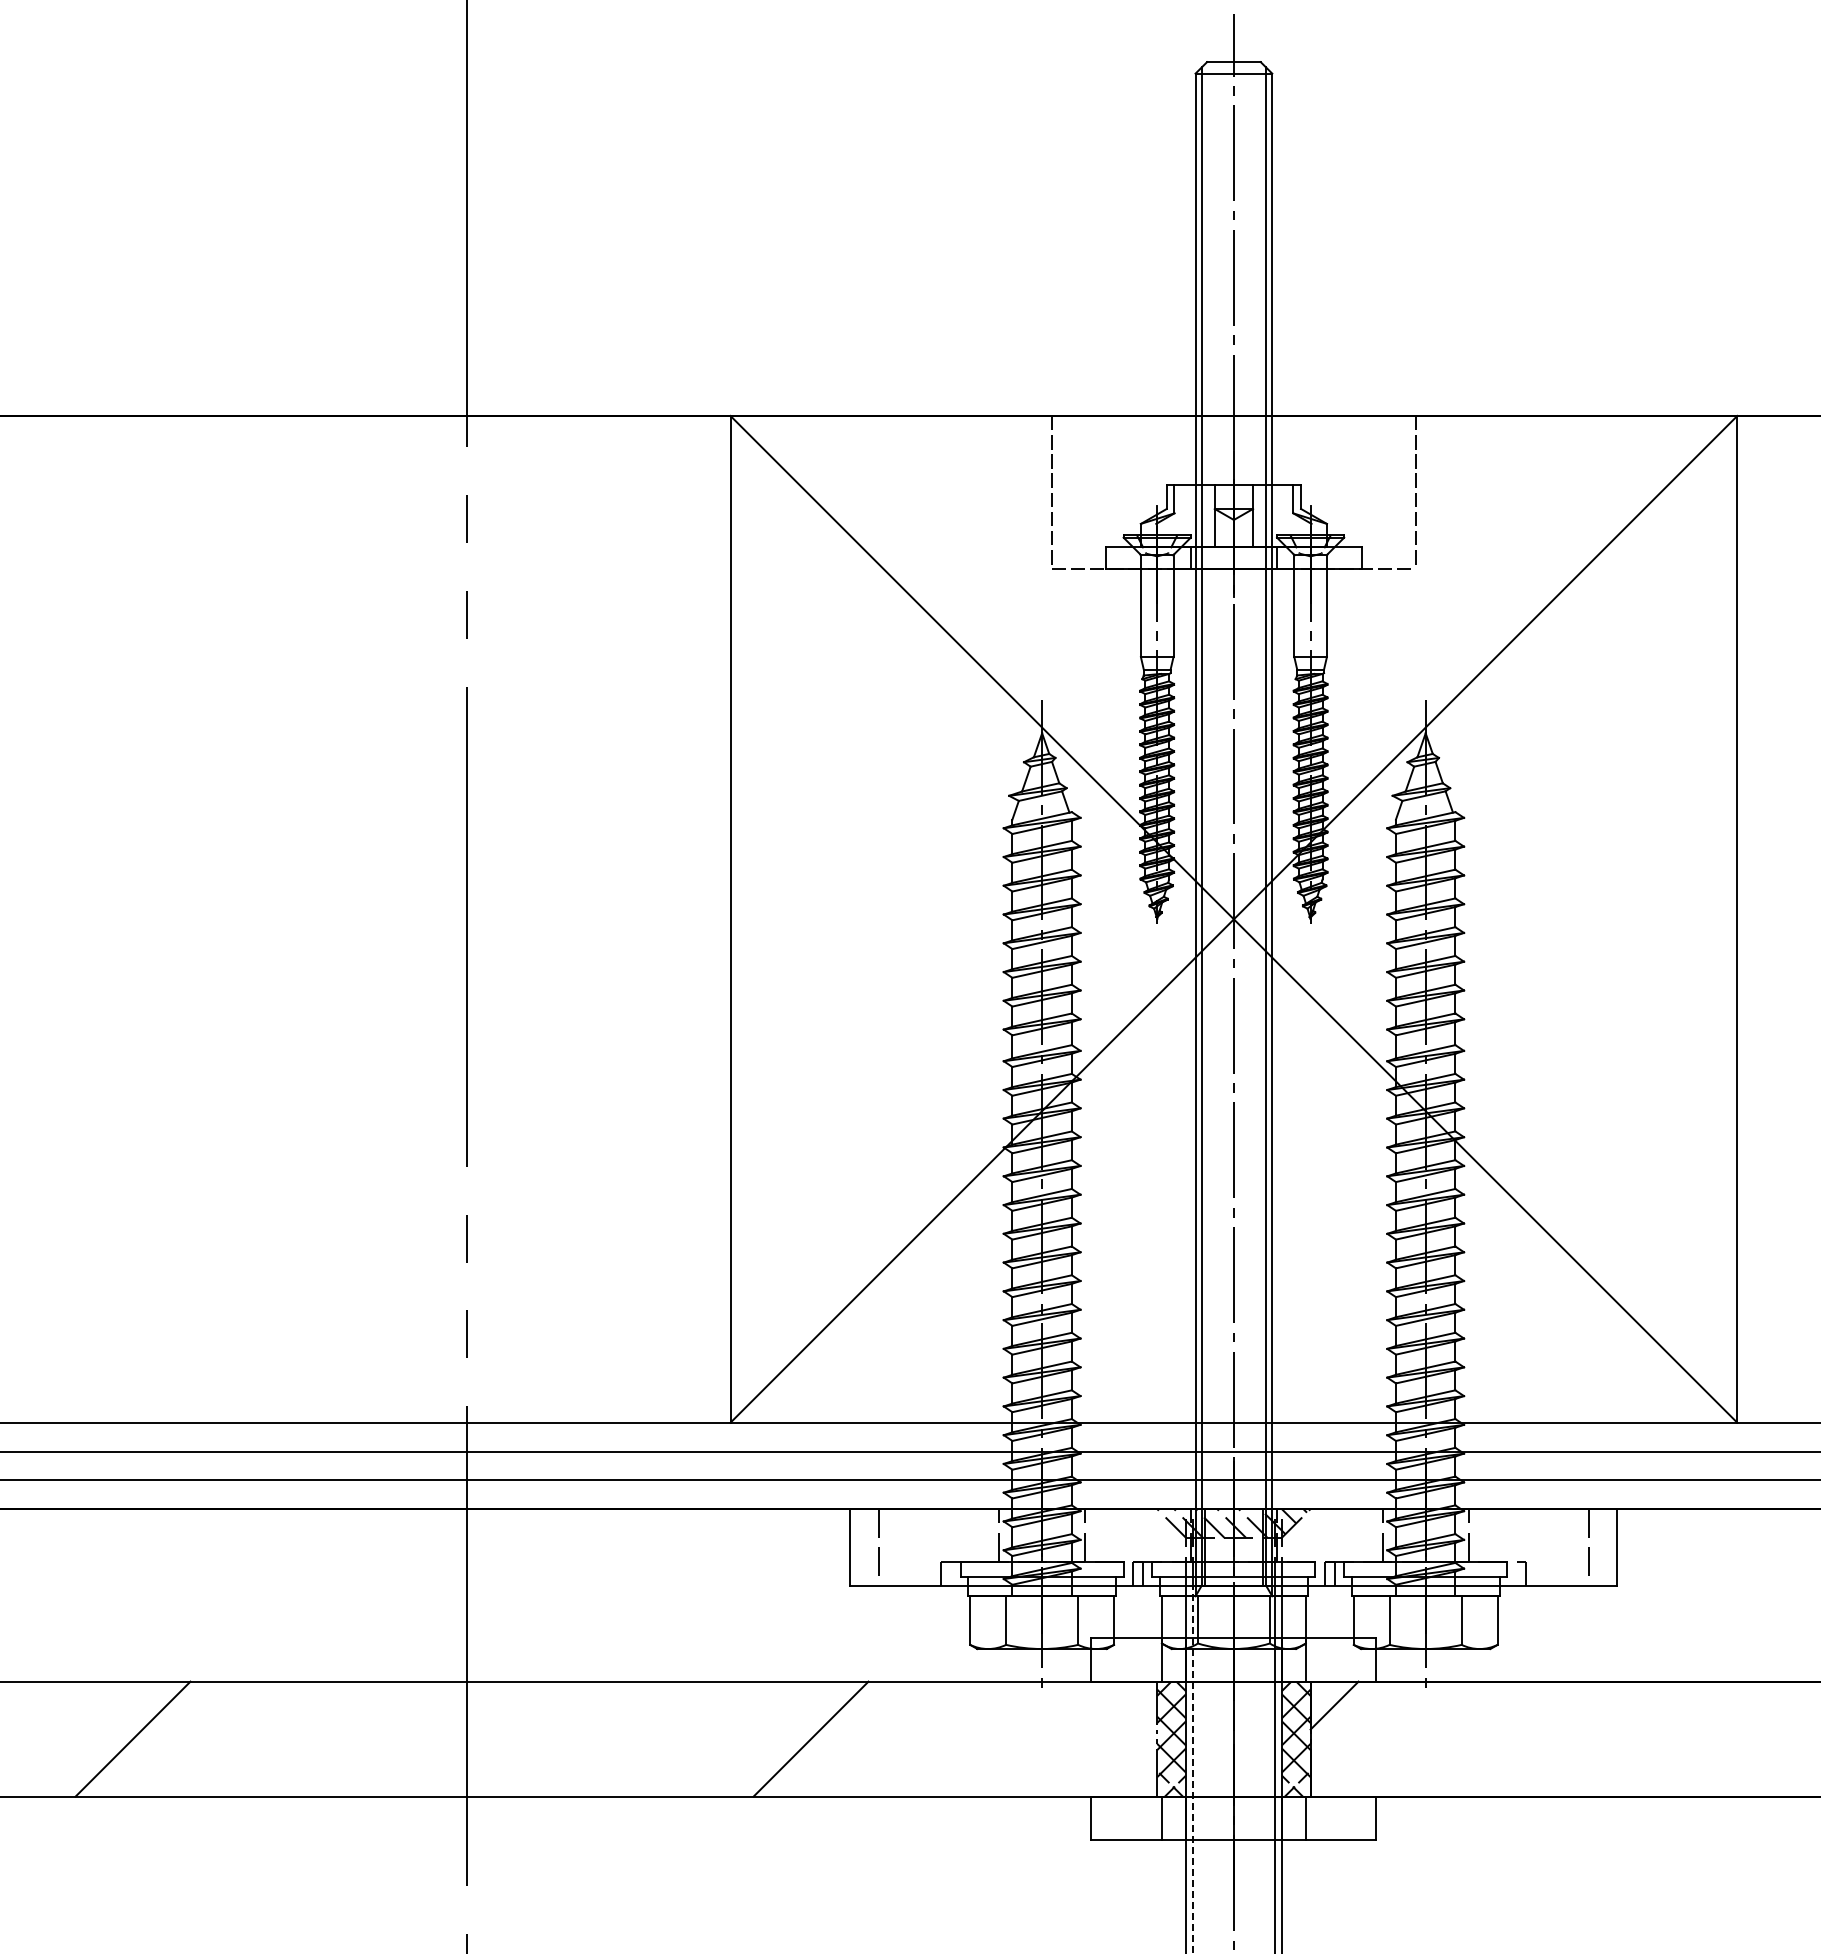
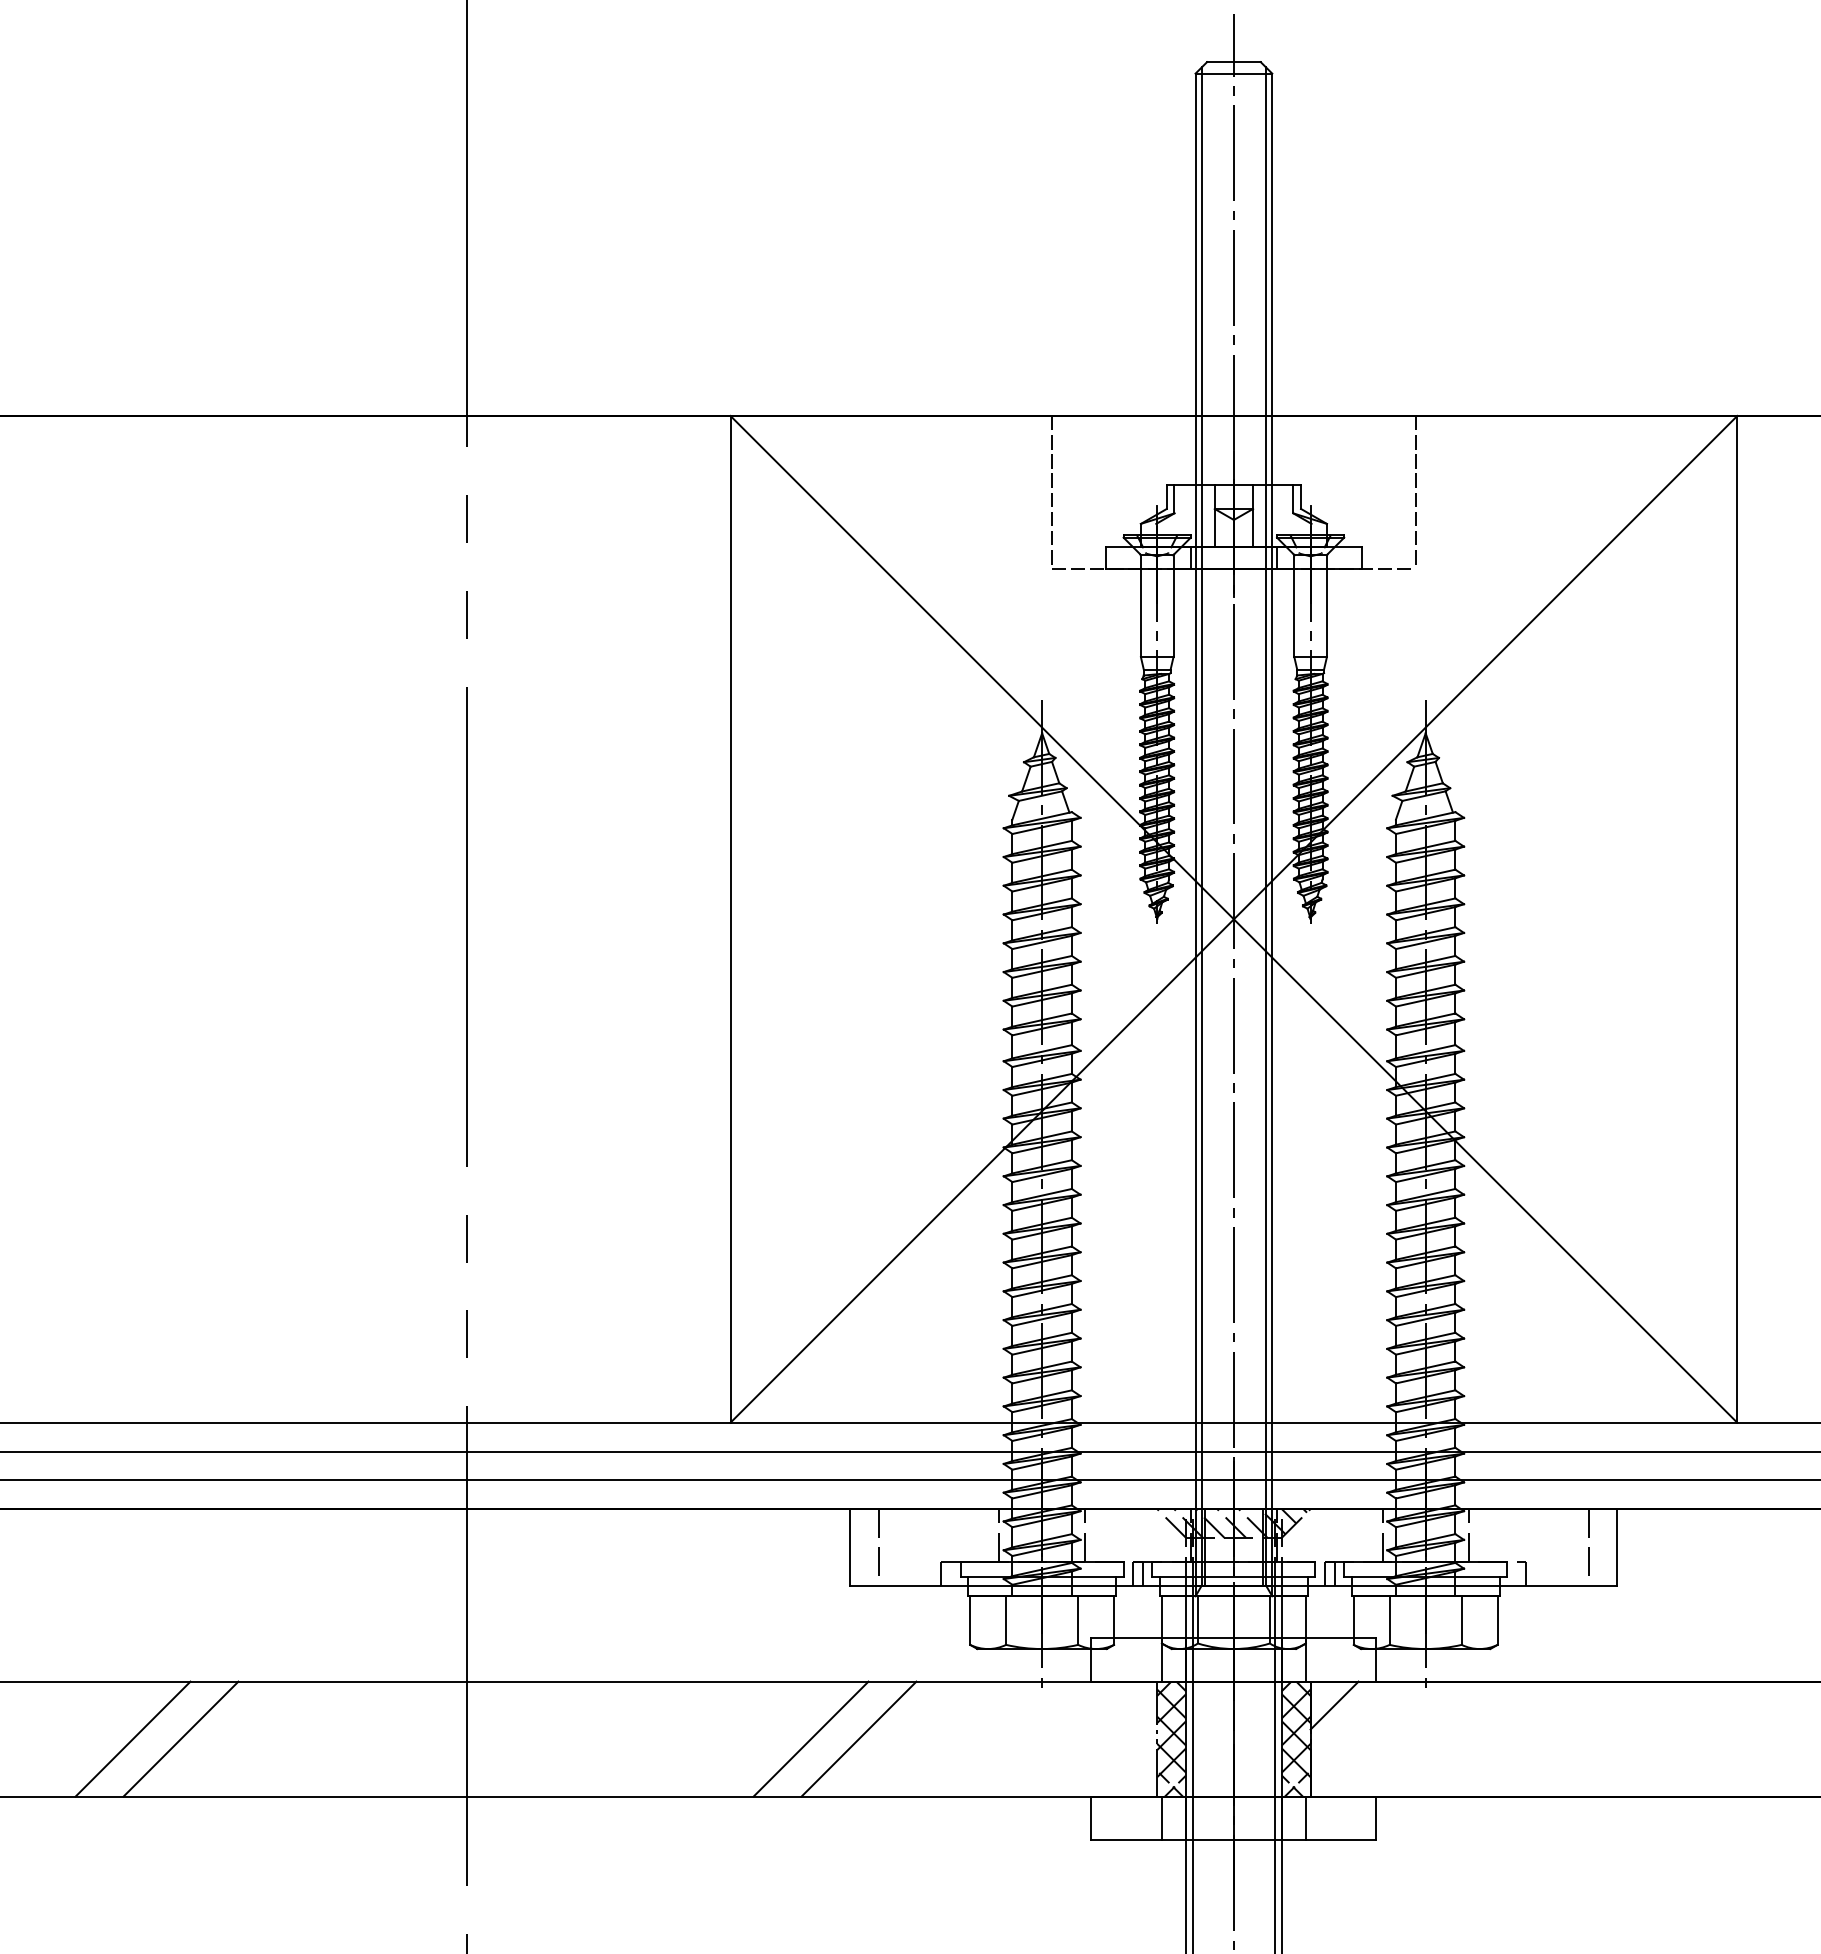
line at (180, 1738): none -> present
line at (858, 1738): none -> present
line at (1192, 1769): dashed -> solid
